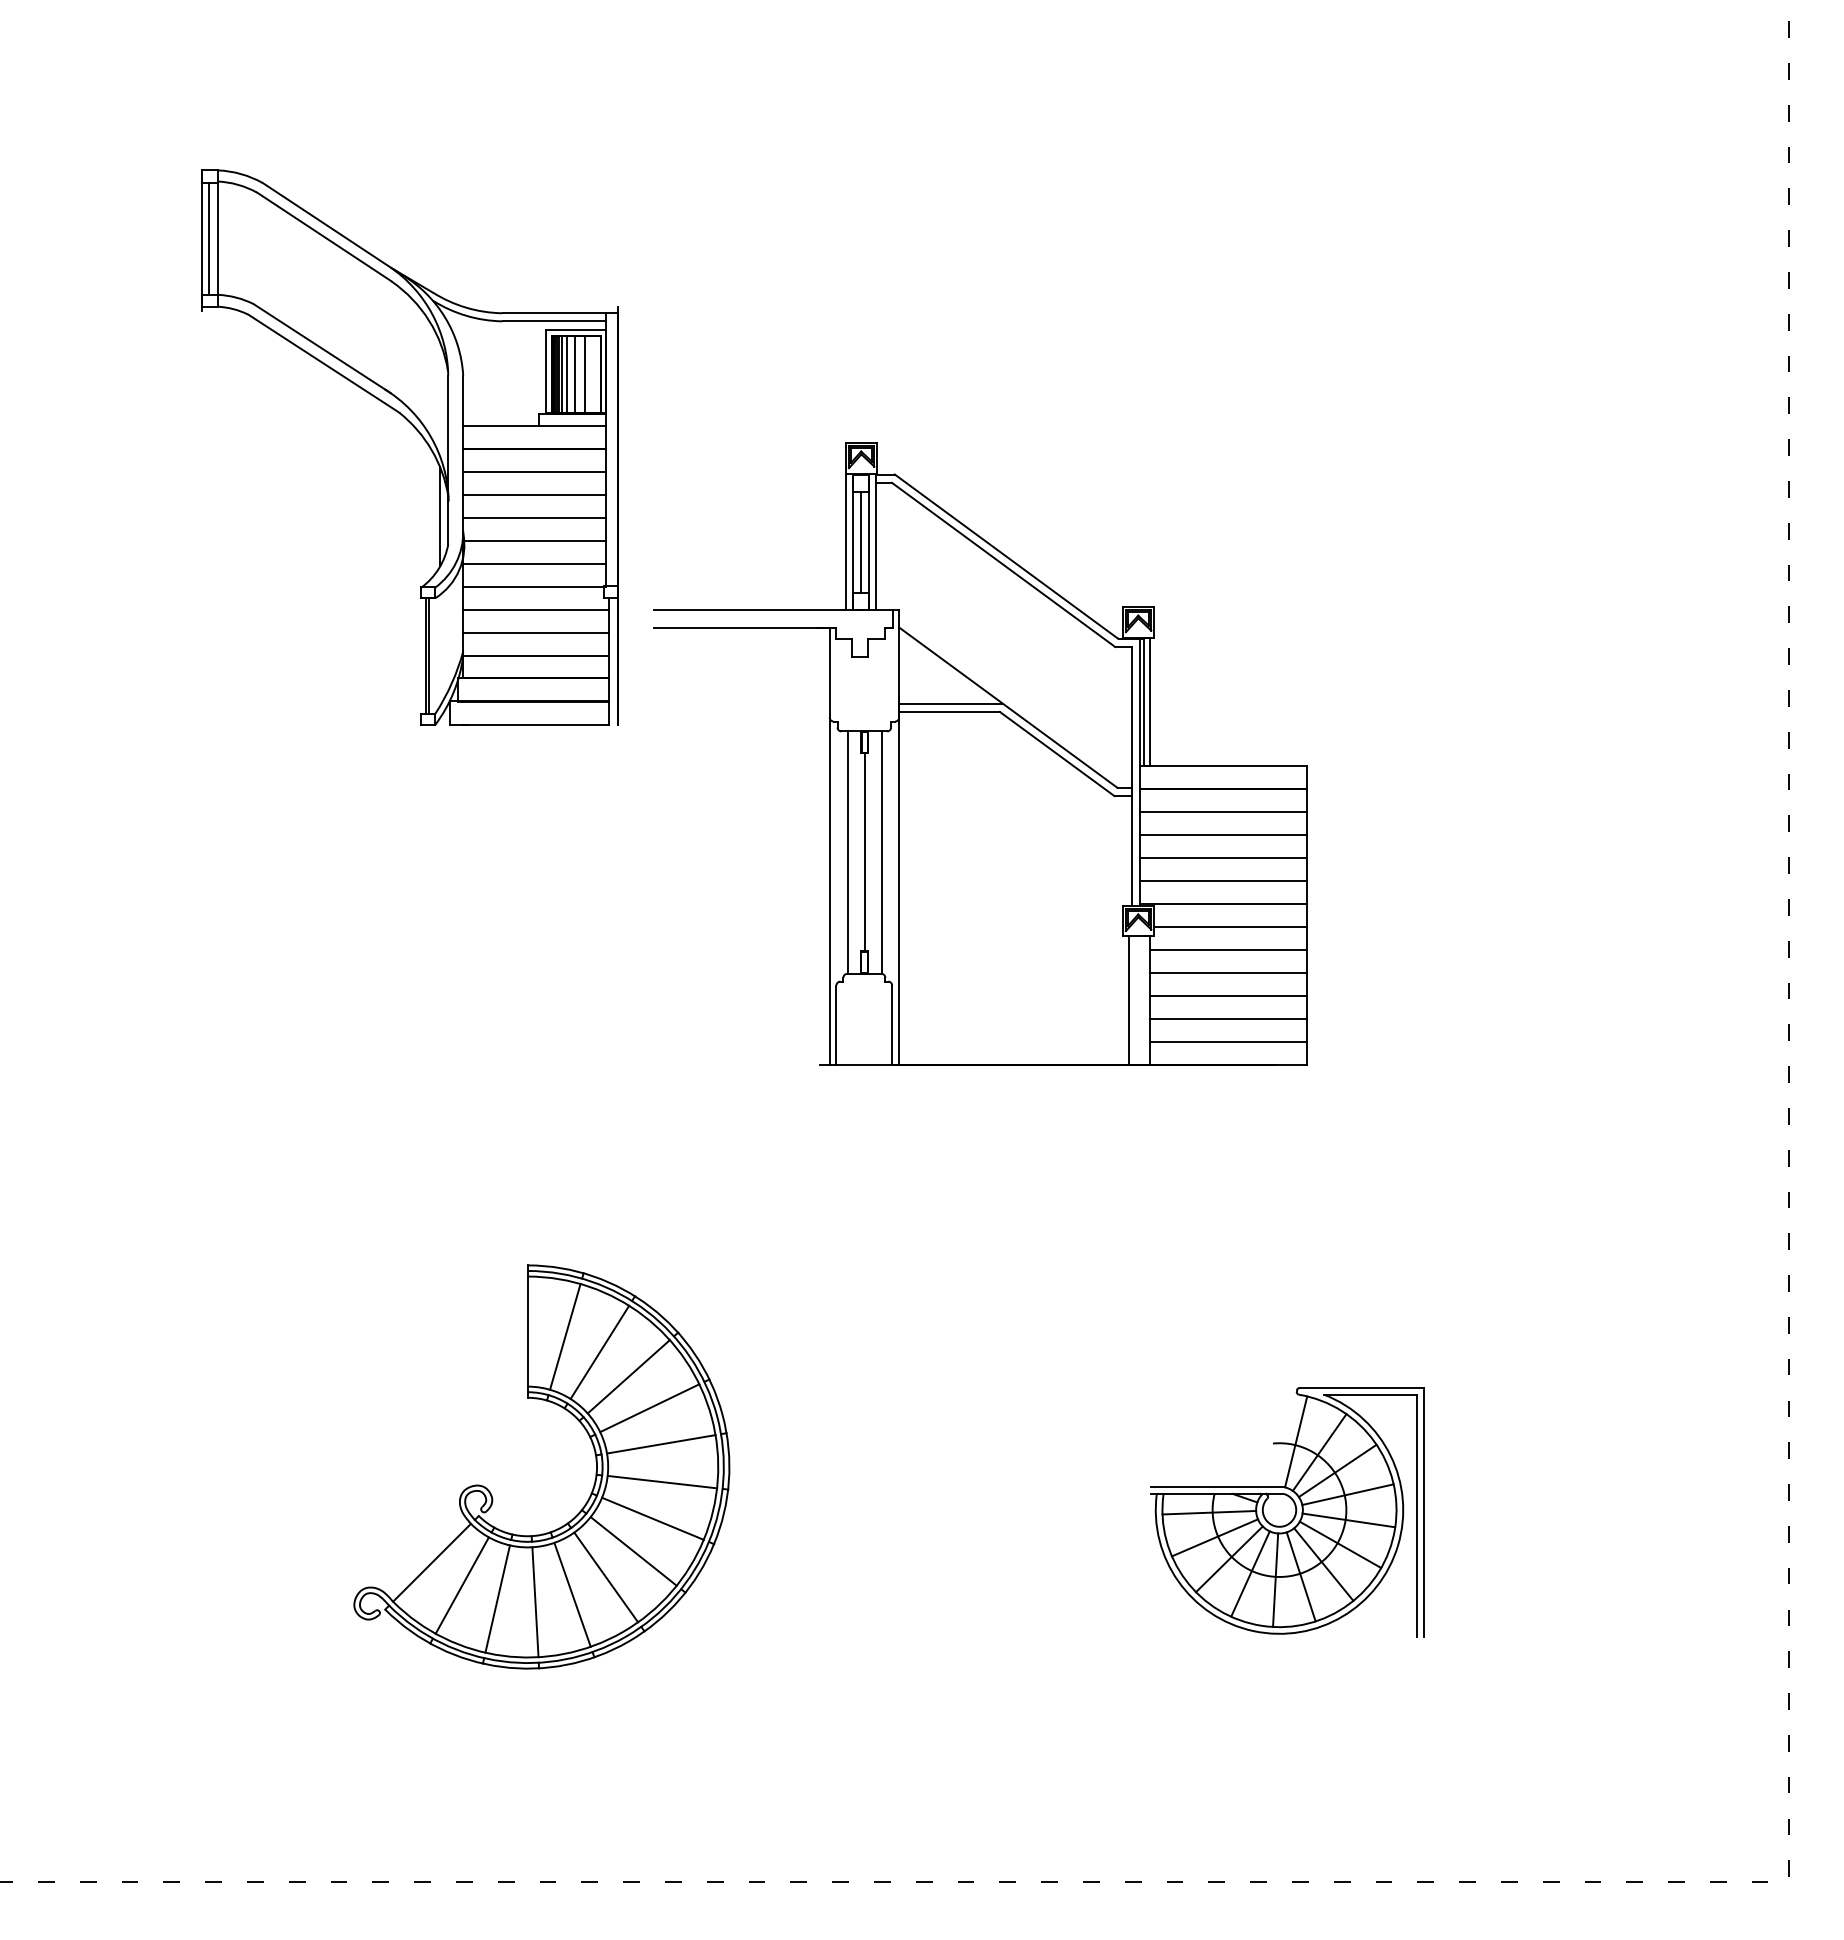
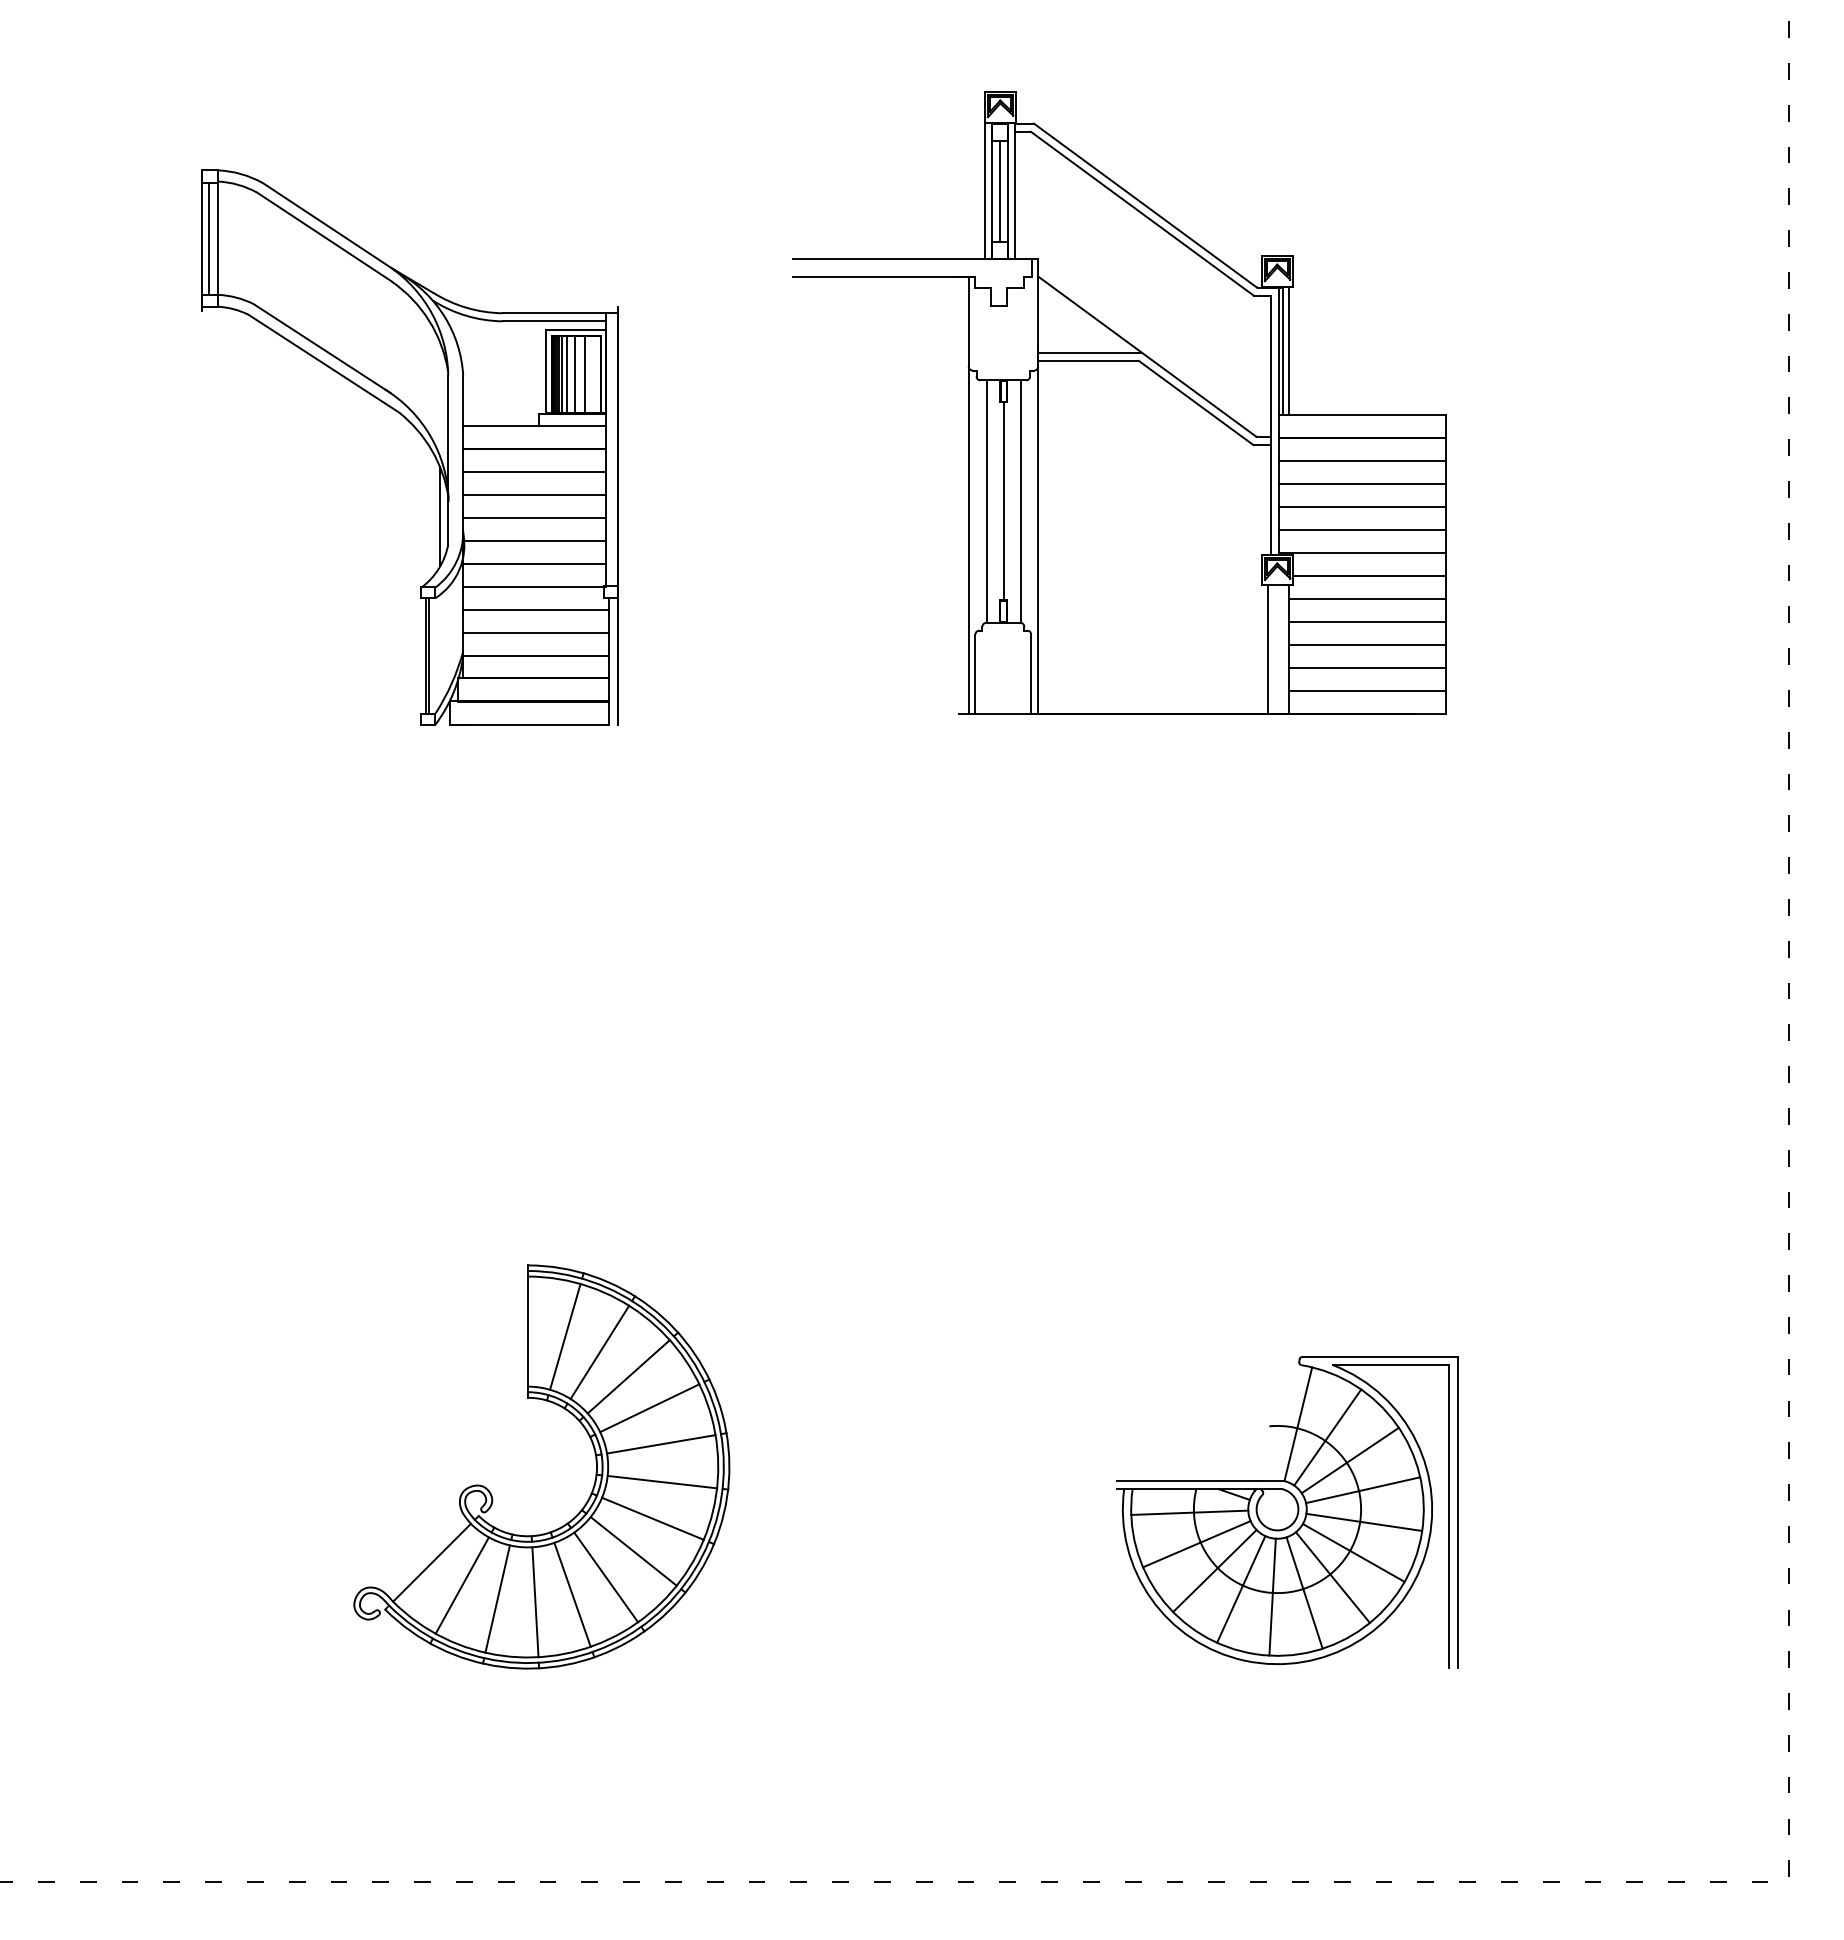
part at (980, 753) position: (980, 753) -> (1119, 402)
part at (1287, 1512) size: 275x251 px -> 343x313 px
